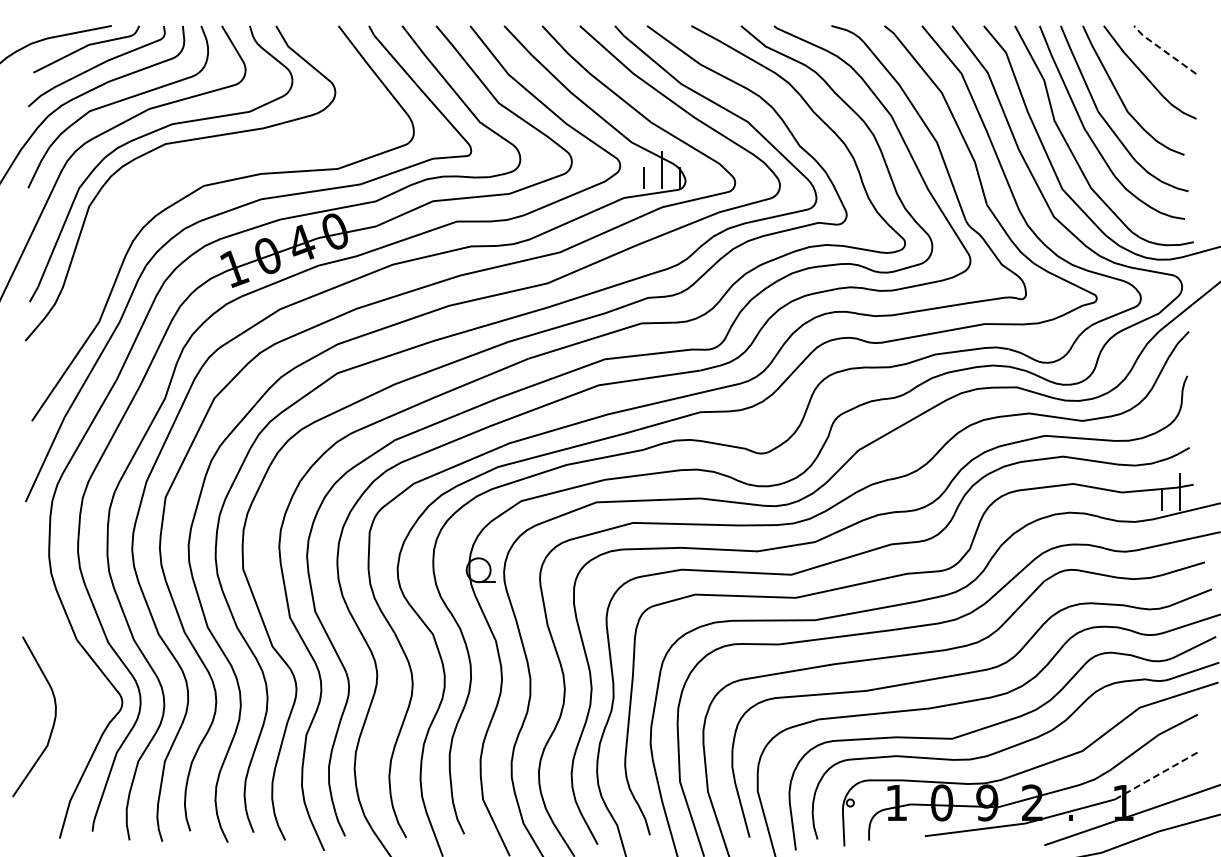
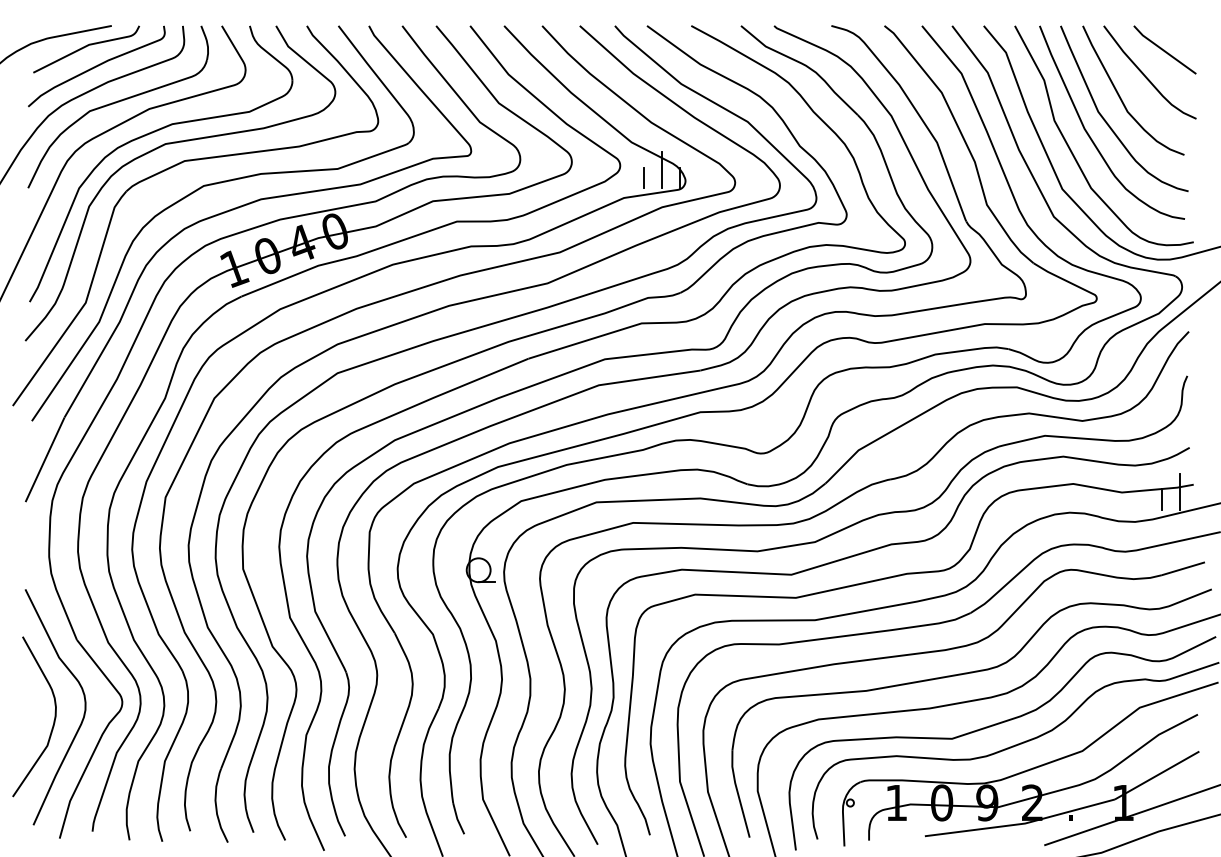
line at (1163, 50): dashed -> solid
part at (171, 168): none -> present
curve at (83, 713): none -> present
line at (1157, 775): dashed -> solid
